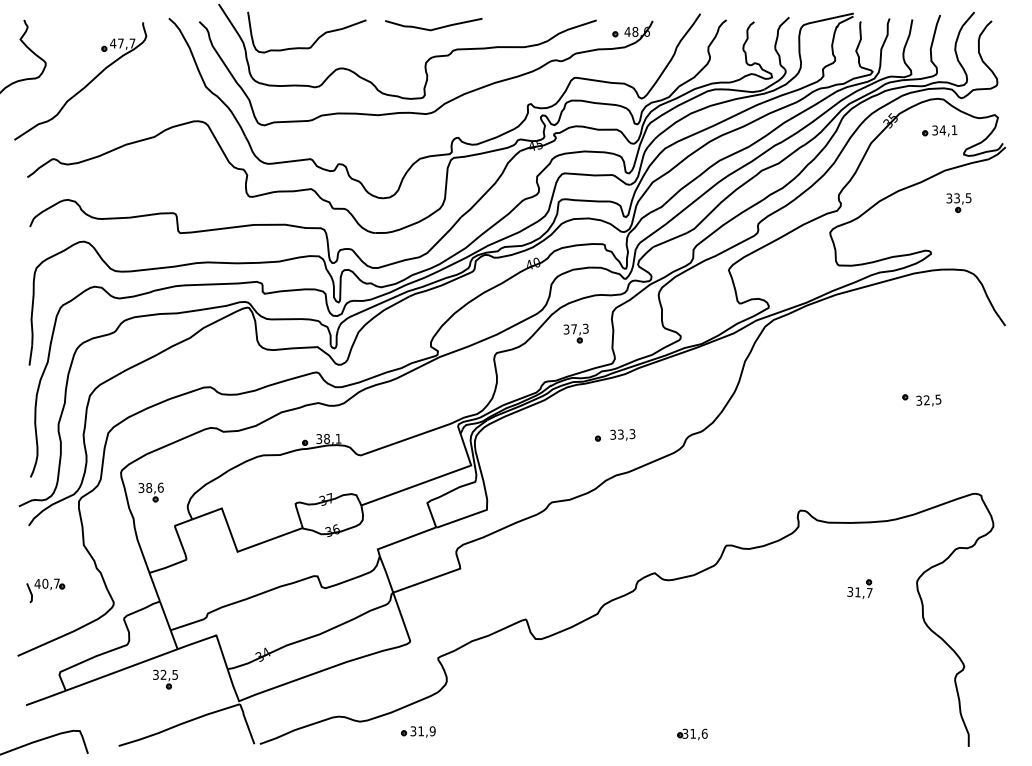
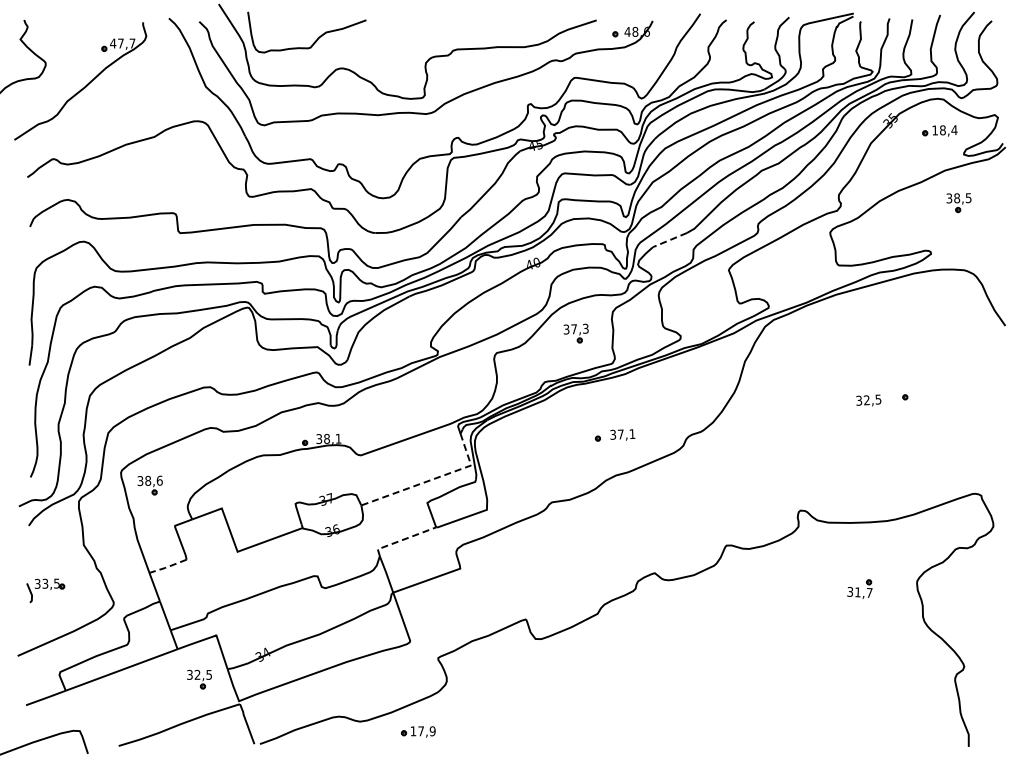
curve at (433, 28): present -> none
text at (944, 130): 34,1 -> 18,4
text at (957, 198): 33,5 -> 38,5
line at (669, 240): solid -> dashed
text at (928, 400) position: (928, 400) -> (868, 400)
text at (626, 434): 33,3 -> 37,1
line at (431, 479): solid -> dashed
part at (150, 492) position: (150, 492) -> (149, 485)
line at (402, 539): solid -> dashed
line at (167, 566): solid -> dashed
text at (46, 583): 40,7 -> 33,5
part at (165, 679) position: (165, 679) -> (199, 679)
text at (416, 731): 31,9 -> 17,9
part at (692, 734): present -> none
